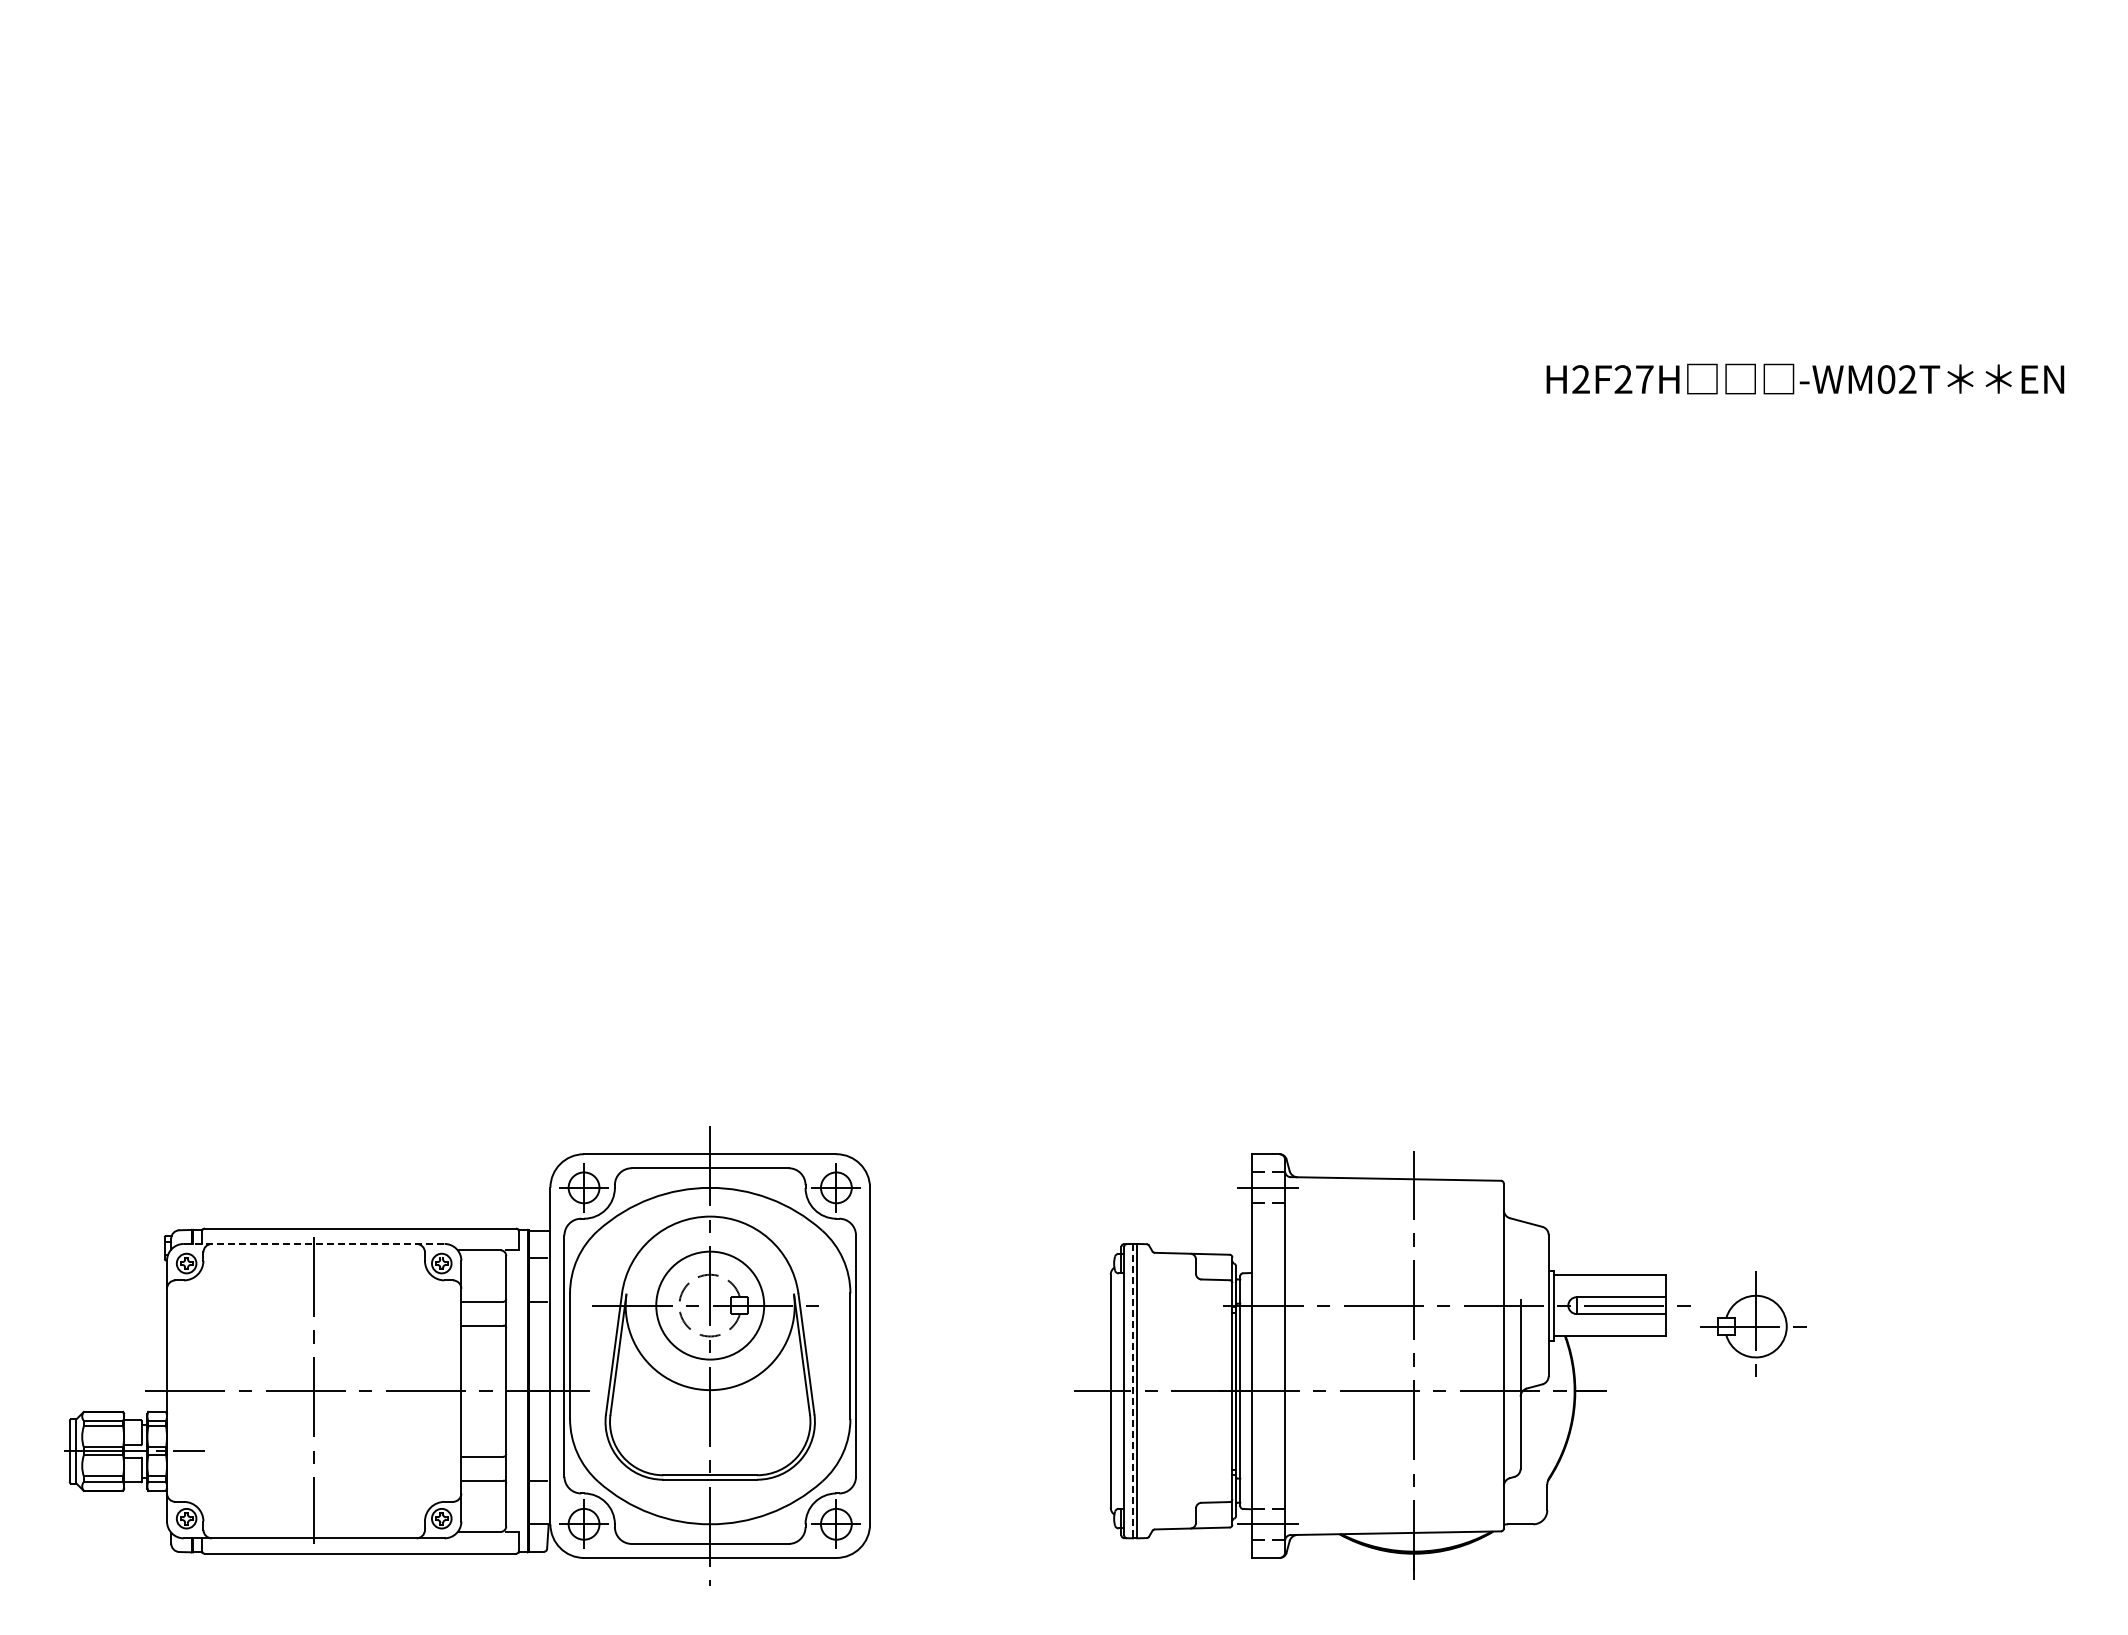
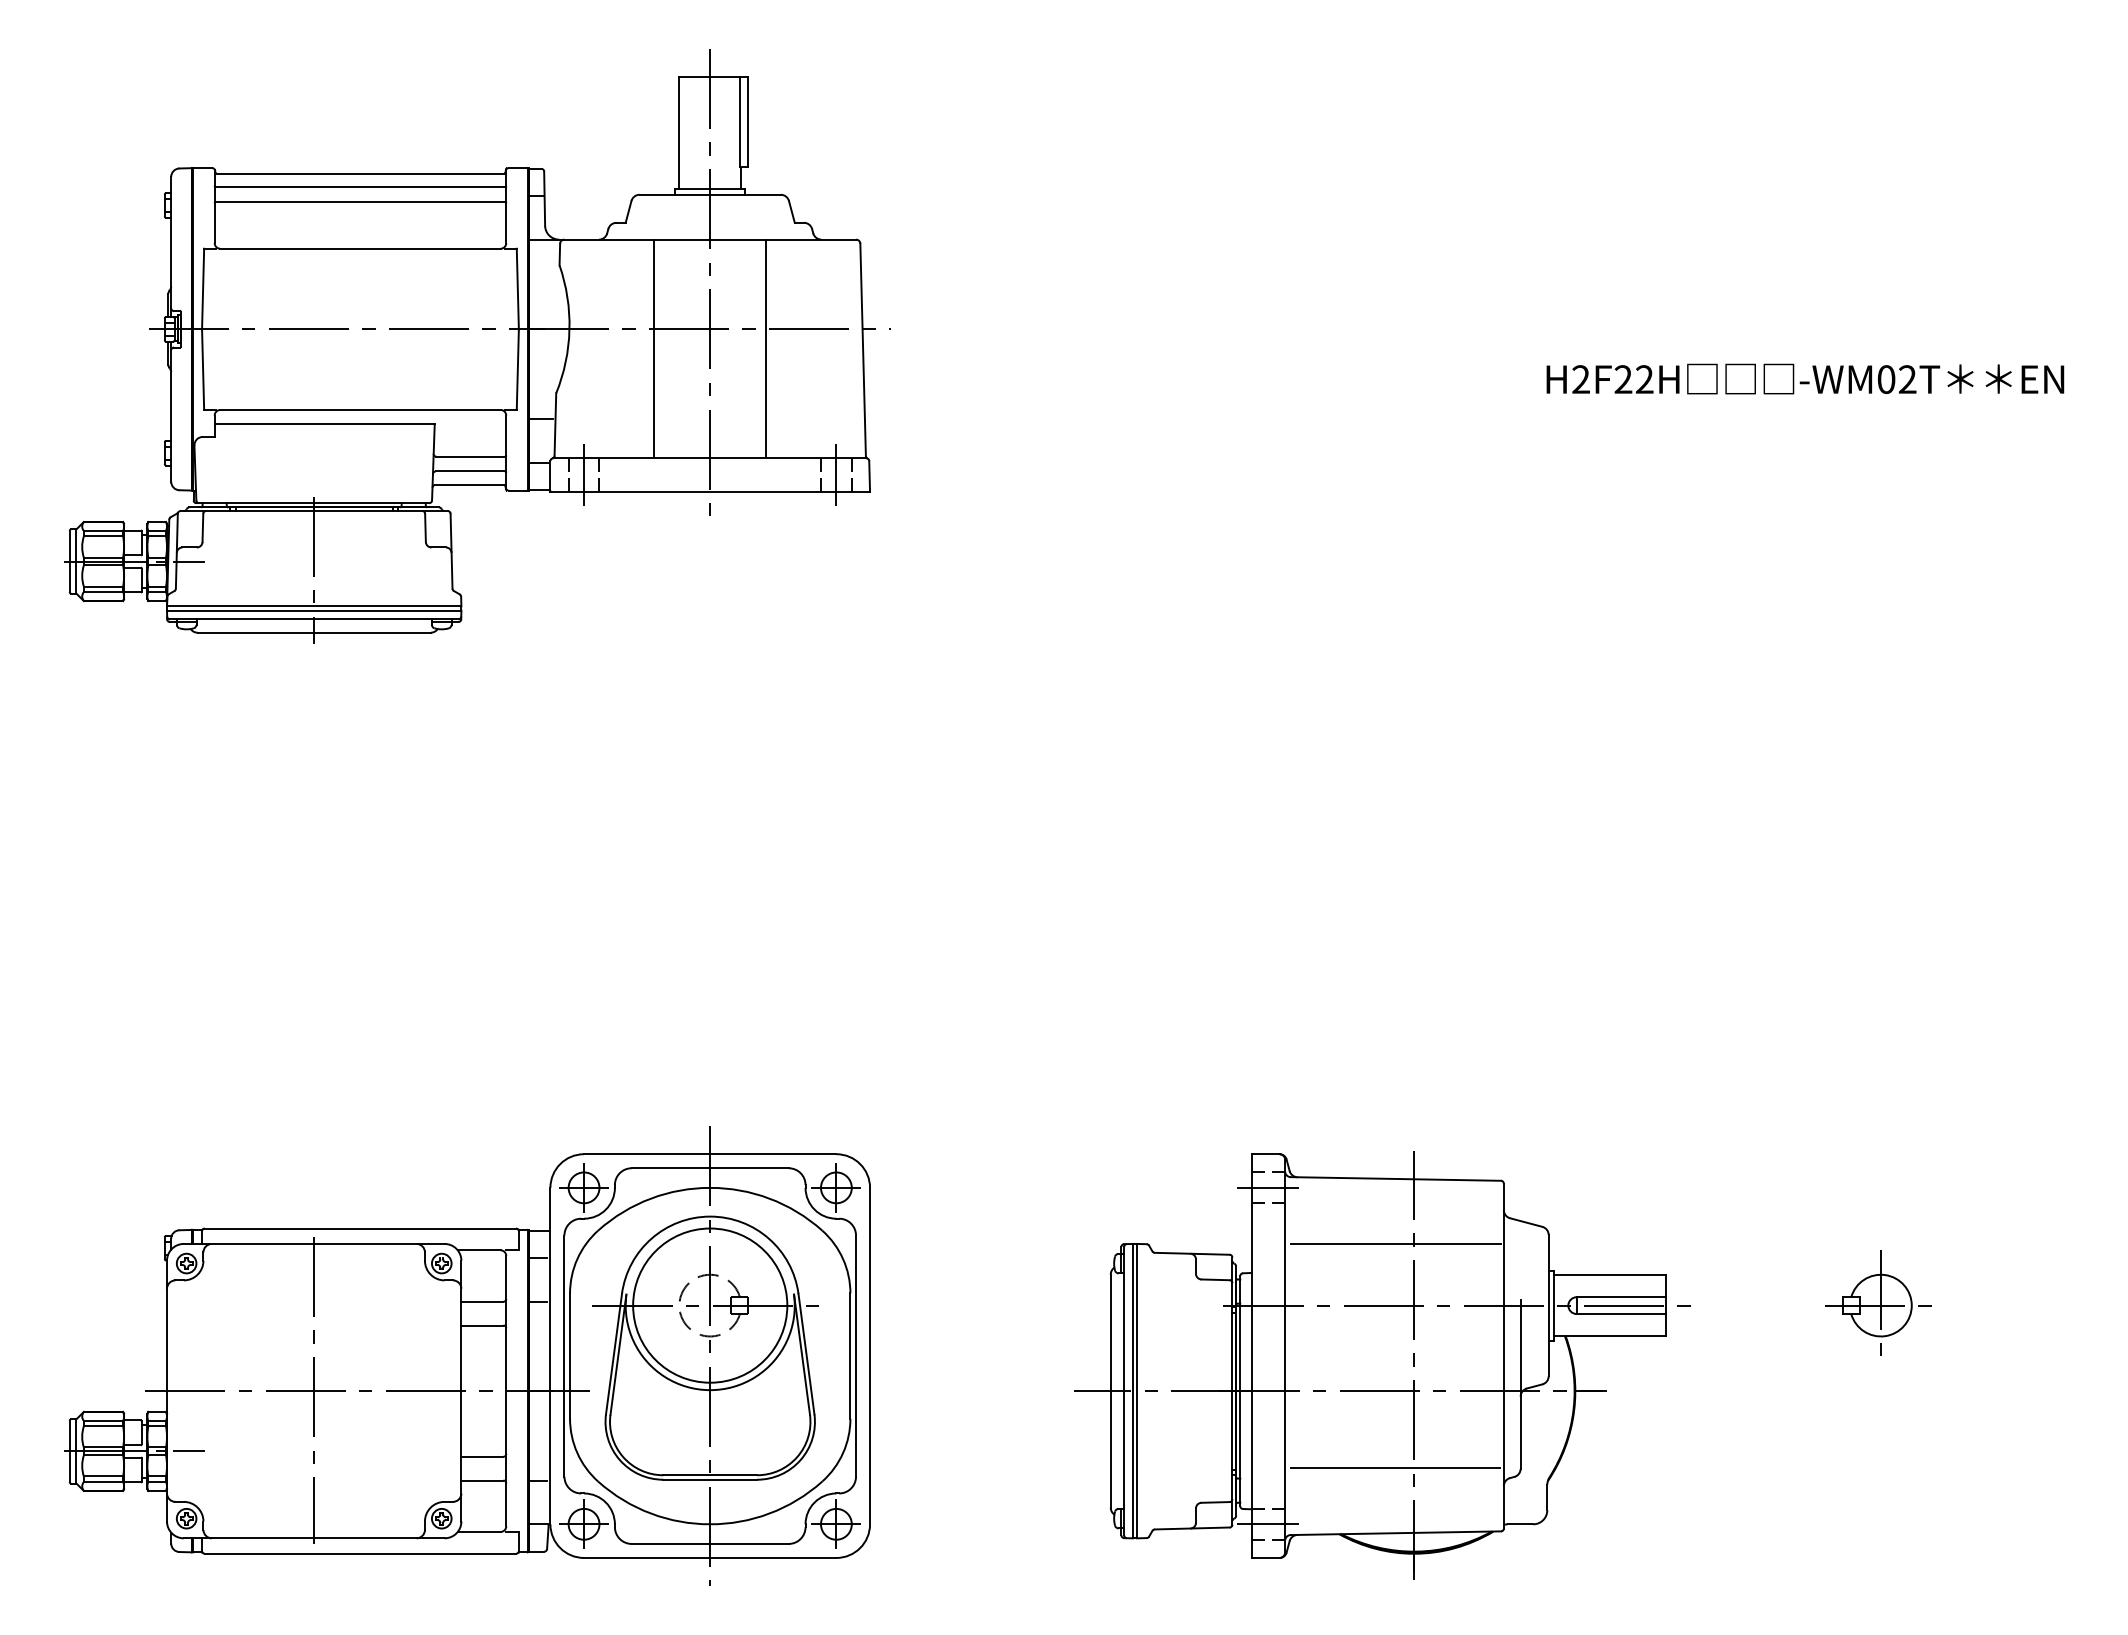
part at (477, 346): none -> present
text at (1644, 379): H2F27H -> H2F22H
line at (314, 1243): dashed -> solid
line at (1395, 1243): none -> present
circle at (710, 1305) diameter: 108 px -> 154 px
part at (1753, 1323) position: (1753, 1323) -> (1878, 1302)
line at (1132, 1391): dashed -> solid
line at (1394, 1468): none -> present
